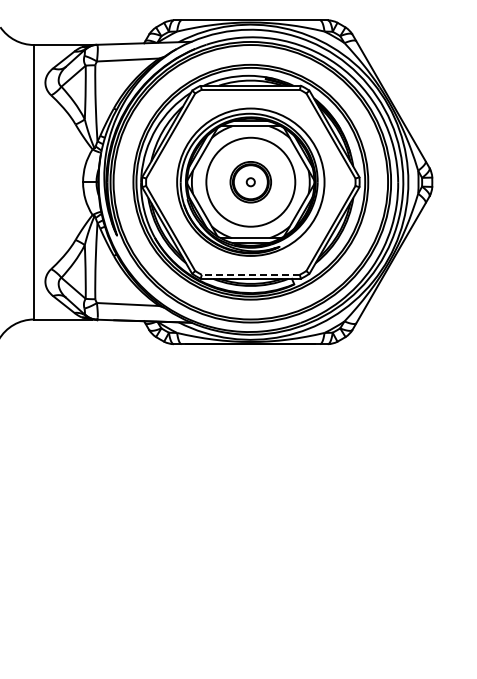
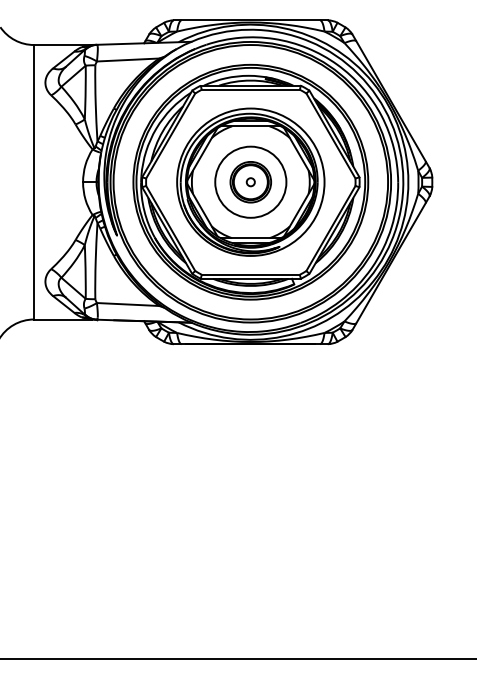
circle at (250, 181) diameter: 89 px -> 71 px
line at (250, 274): dashed -> solid
line at (237, 658): none -> present
